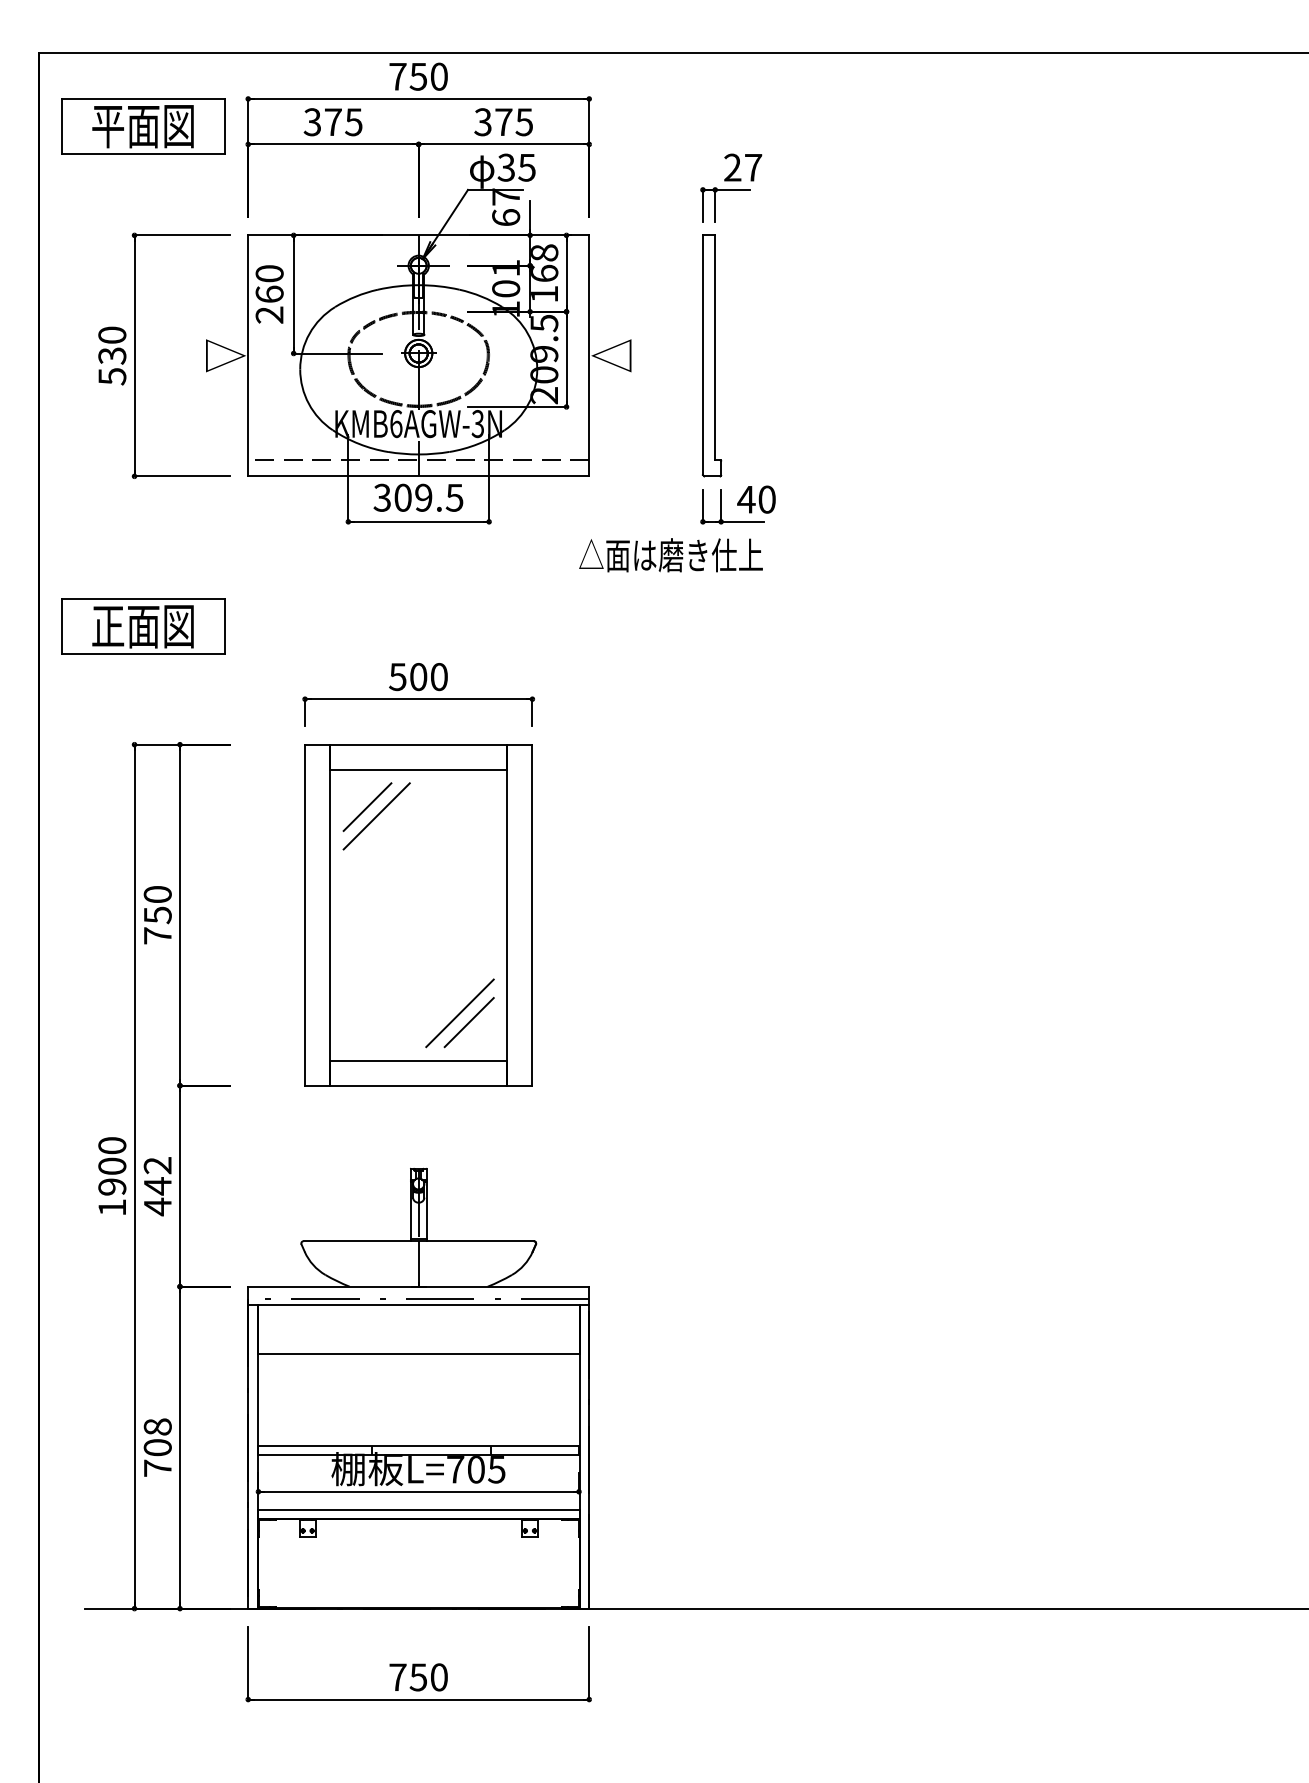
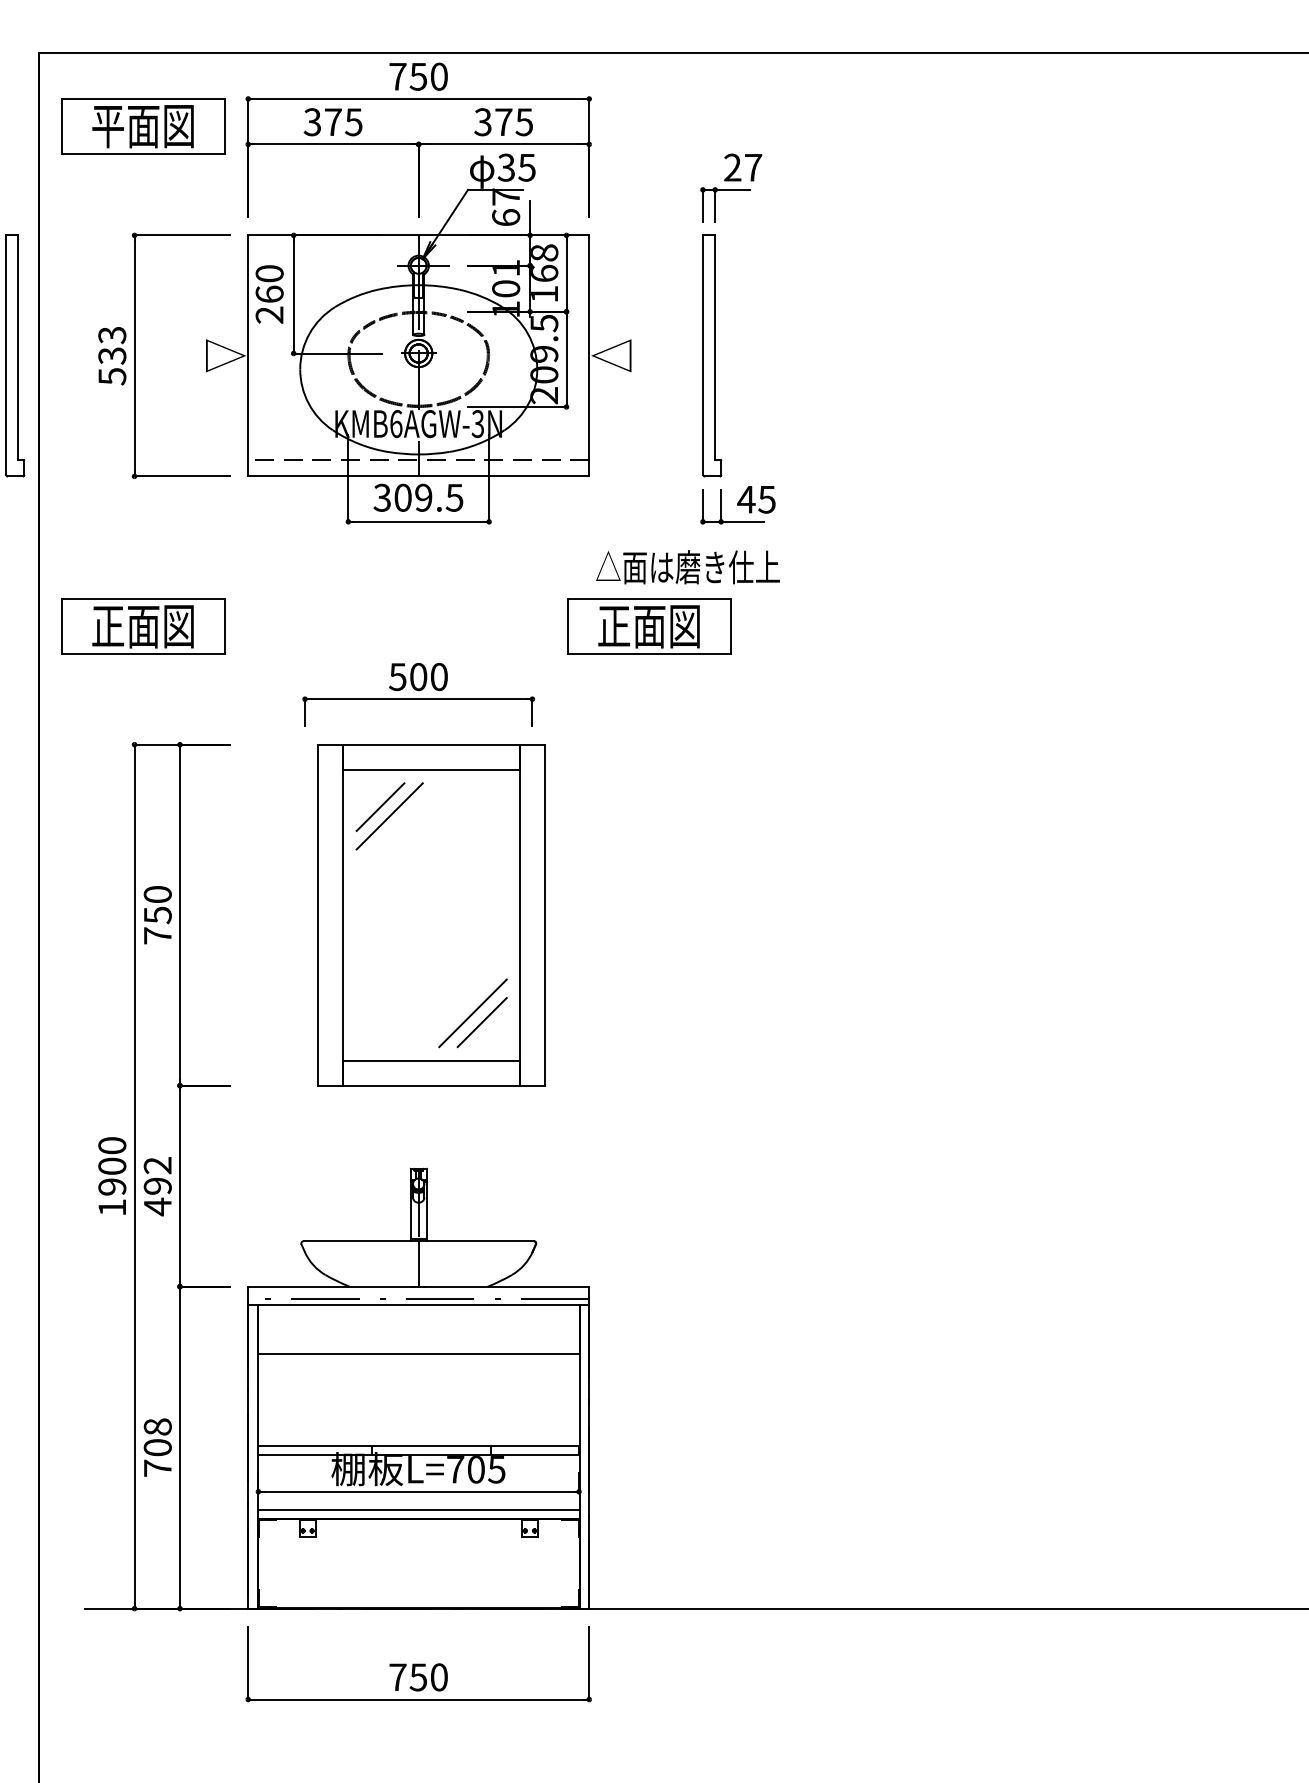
text at (112, 335): 530 -> 533
part at (15, 355): none -> present
text at (766, 499): 40 -> 45
part at (670, 555) position: (670, 555) -> (687, 567)
part at (649, 626): none -> present
part at (418, 915) position: (418, 915) -> (431, 915)
text at (157, 1186): 442 -> 492
